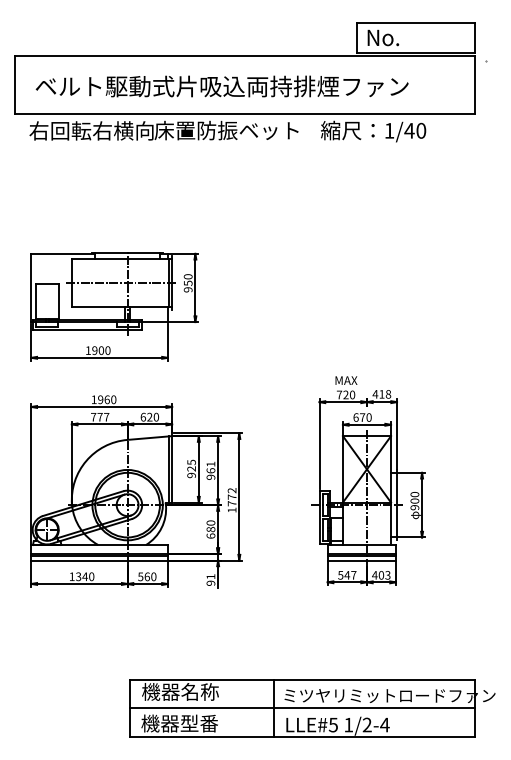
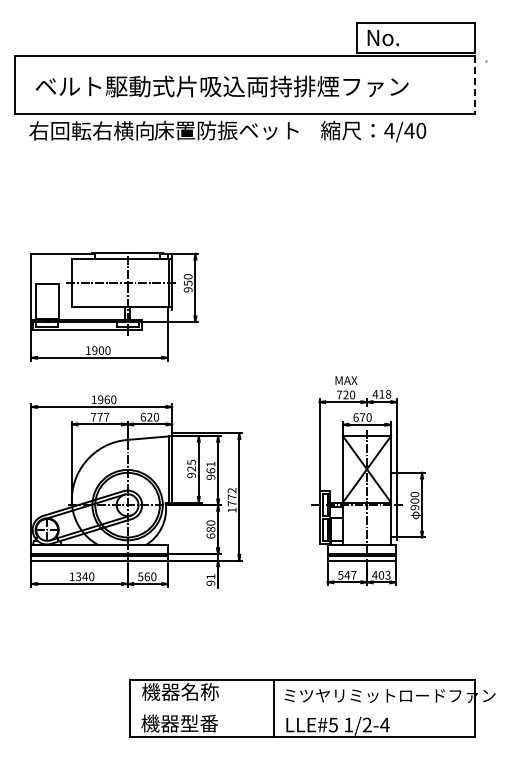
line at (474, 85): solid -> dashed
text at (389, 130): 1/40 -> 4/40
line at (302, 708): present -> none
